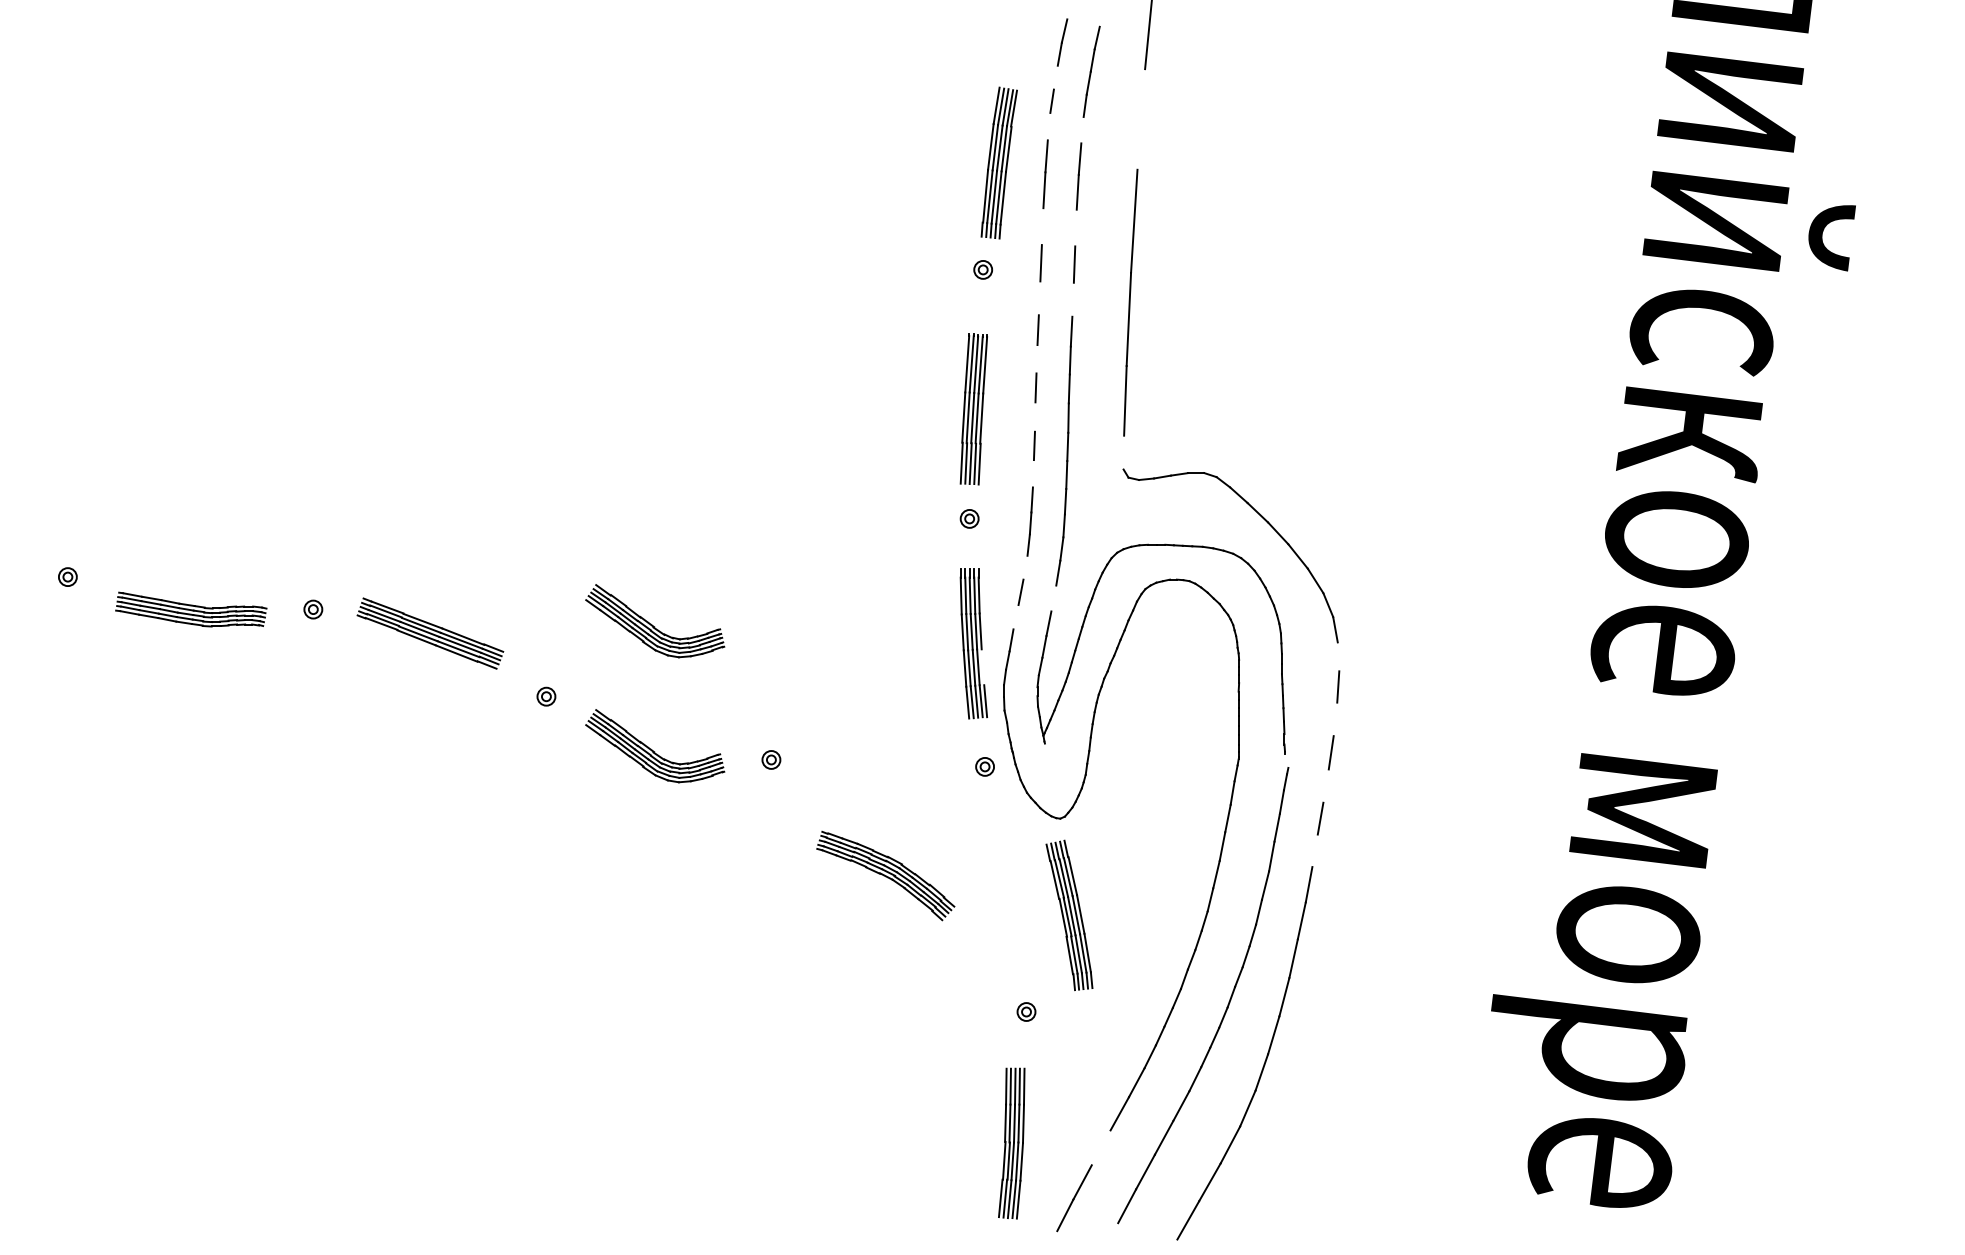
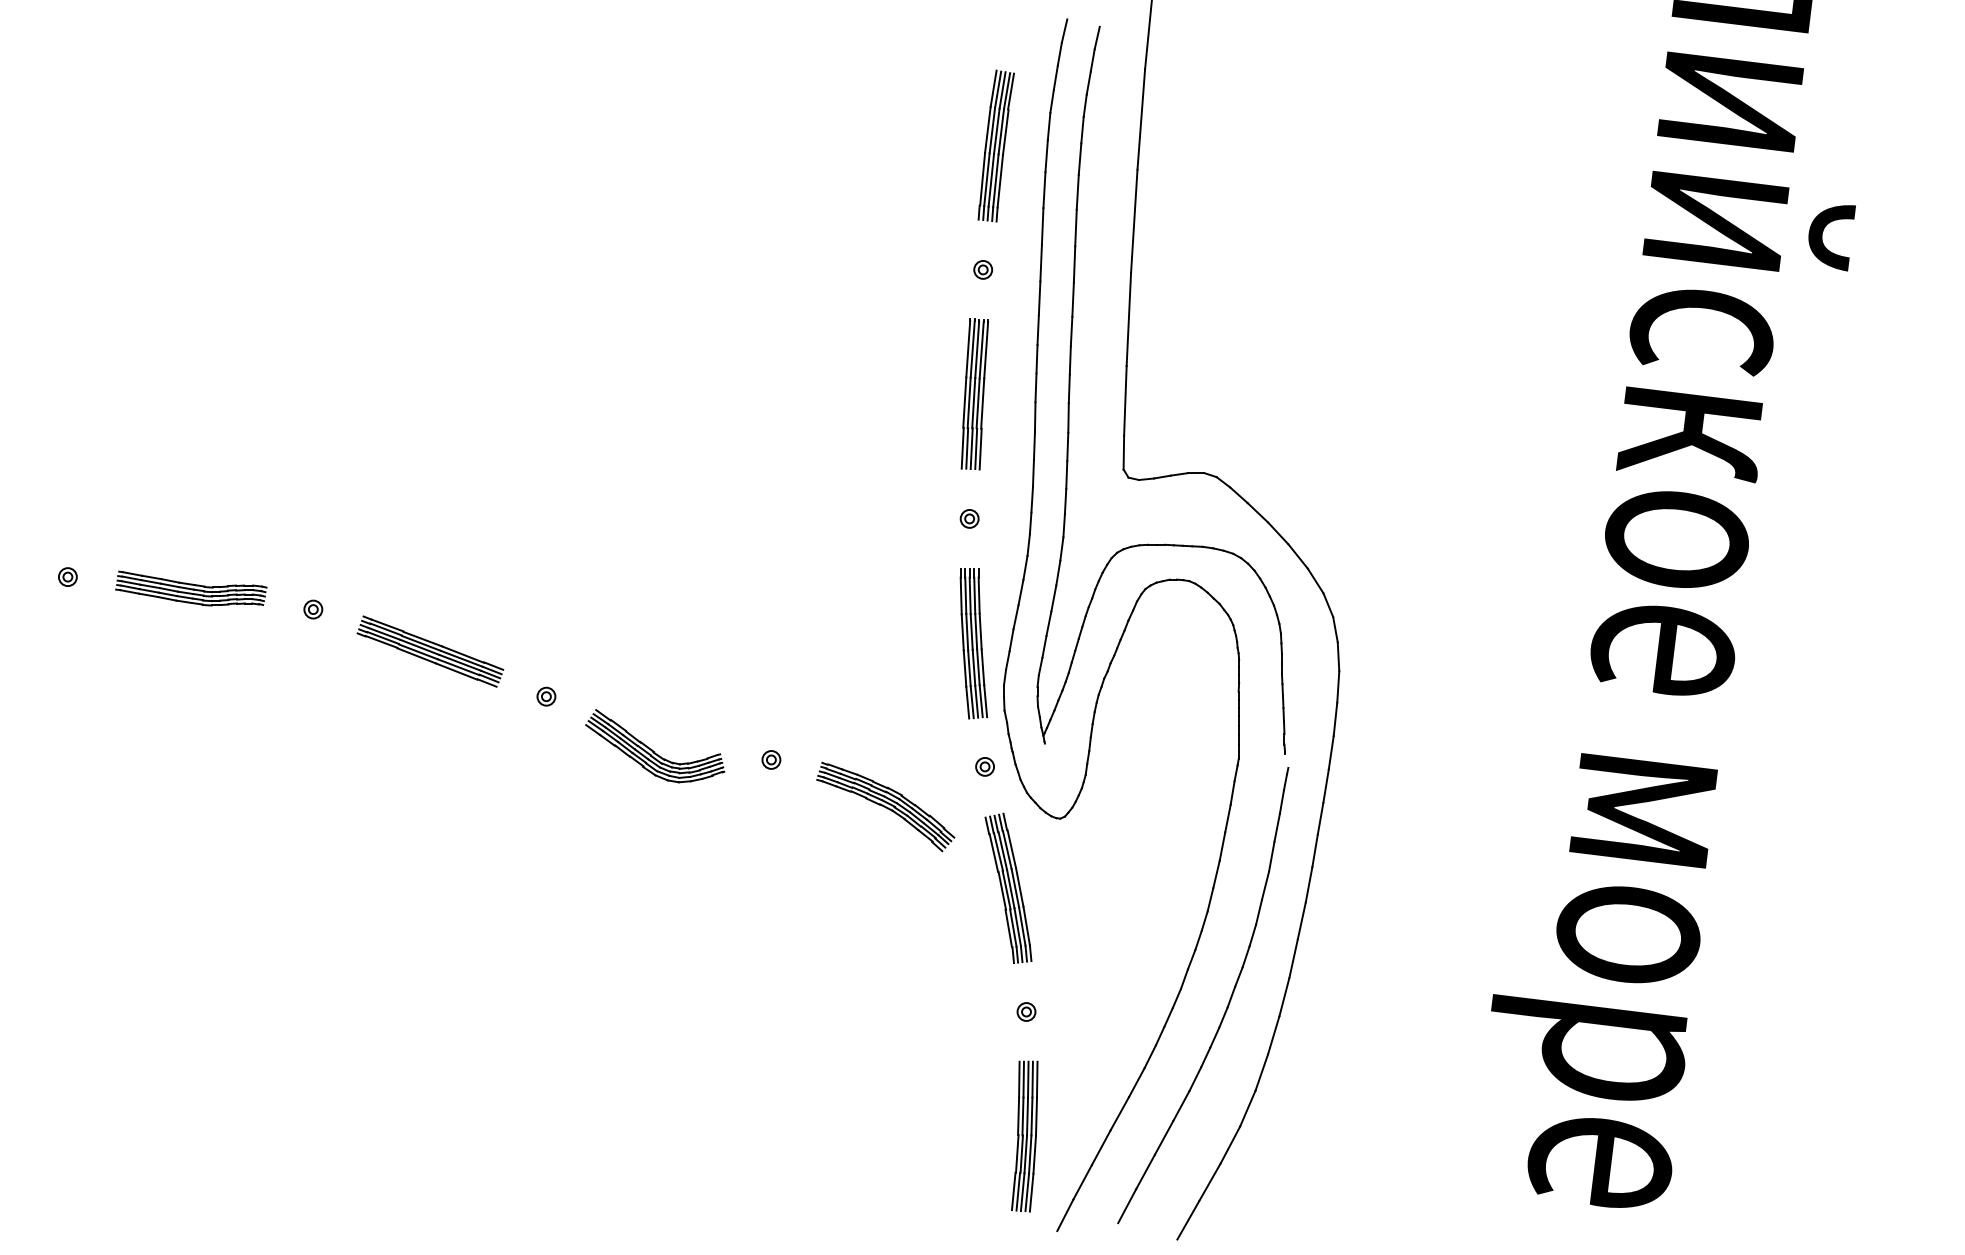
line at (1055, 77): none -> present
line at (1141, 119): none -> present
line at (1048, 126): none -> present
line at (1082, 130): none -> present
part at (998, 162) position: (998, 162) -> (995, 145)
line at (1042, 226): none -> present
line at (1075, 227): none -> present
line at (1039, 298): none -> present
line at (1072, 299): none -> present
line at (1036, 359): none -> present
part at (973, 409) position: (973, 409) -> (974, 394)
line at (1034, 416): none -> present
line at (1123, 452): none -> present
line at (1032, 473): none -> present
line at (1025, 567): none -> present
line at (1053, 598): none -> present
part at (191, 609) position: (191, 609) -> (191, 588)
line at (1015, 617): none -> present
part at (655, 621): present -> none
part at (430, 633) position: (430, 633) -> (430, 651)
line at (1338, 656): none -> present
line at (982, 667): none -> present
line at (1335, 719): none -> present
line at (1325, 785): none -> present
line at (1314, 850): none -> present
part at (885, 875) position: (885, 875) -> (885, 806)
part at (1069, 914) position: (1069, 914) -> (1008, 887)
part at (1011, 1143) position: (1011, 1143) -> (1024, 1136)
line at (1100, 1147): none -> present
